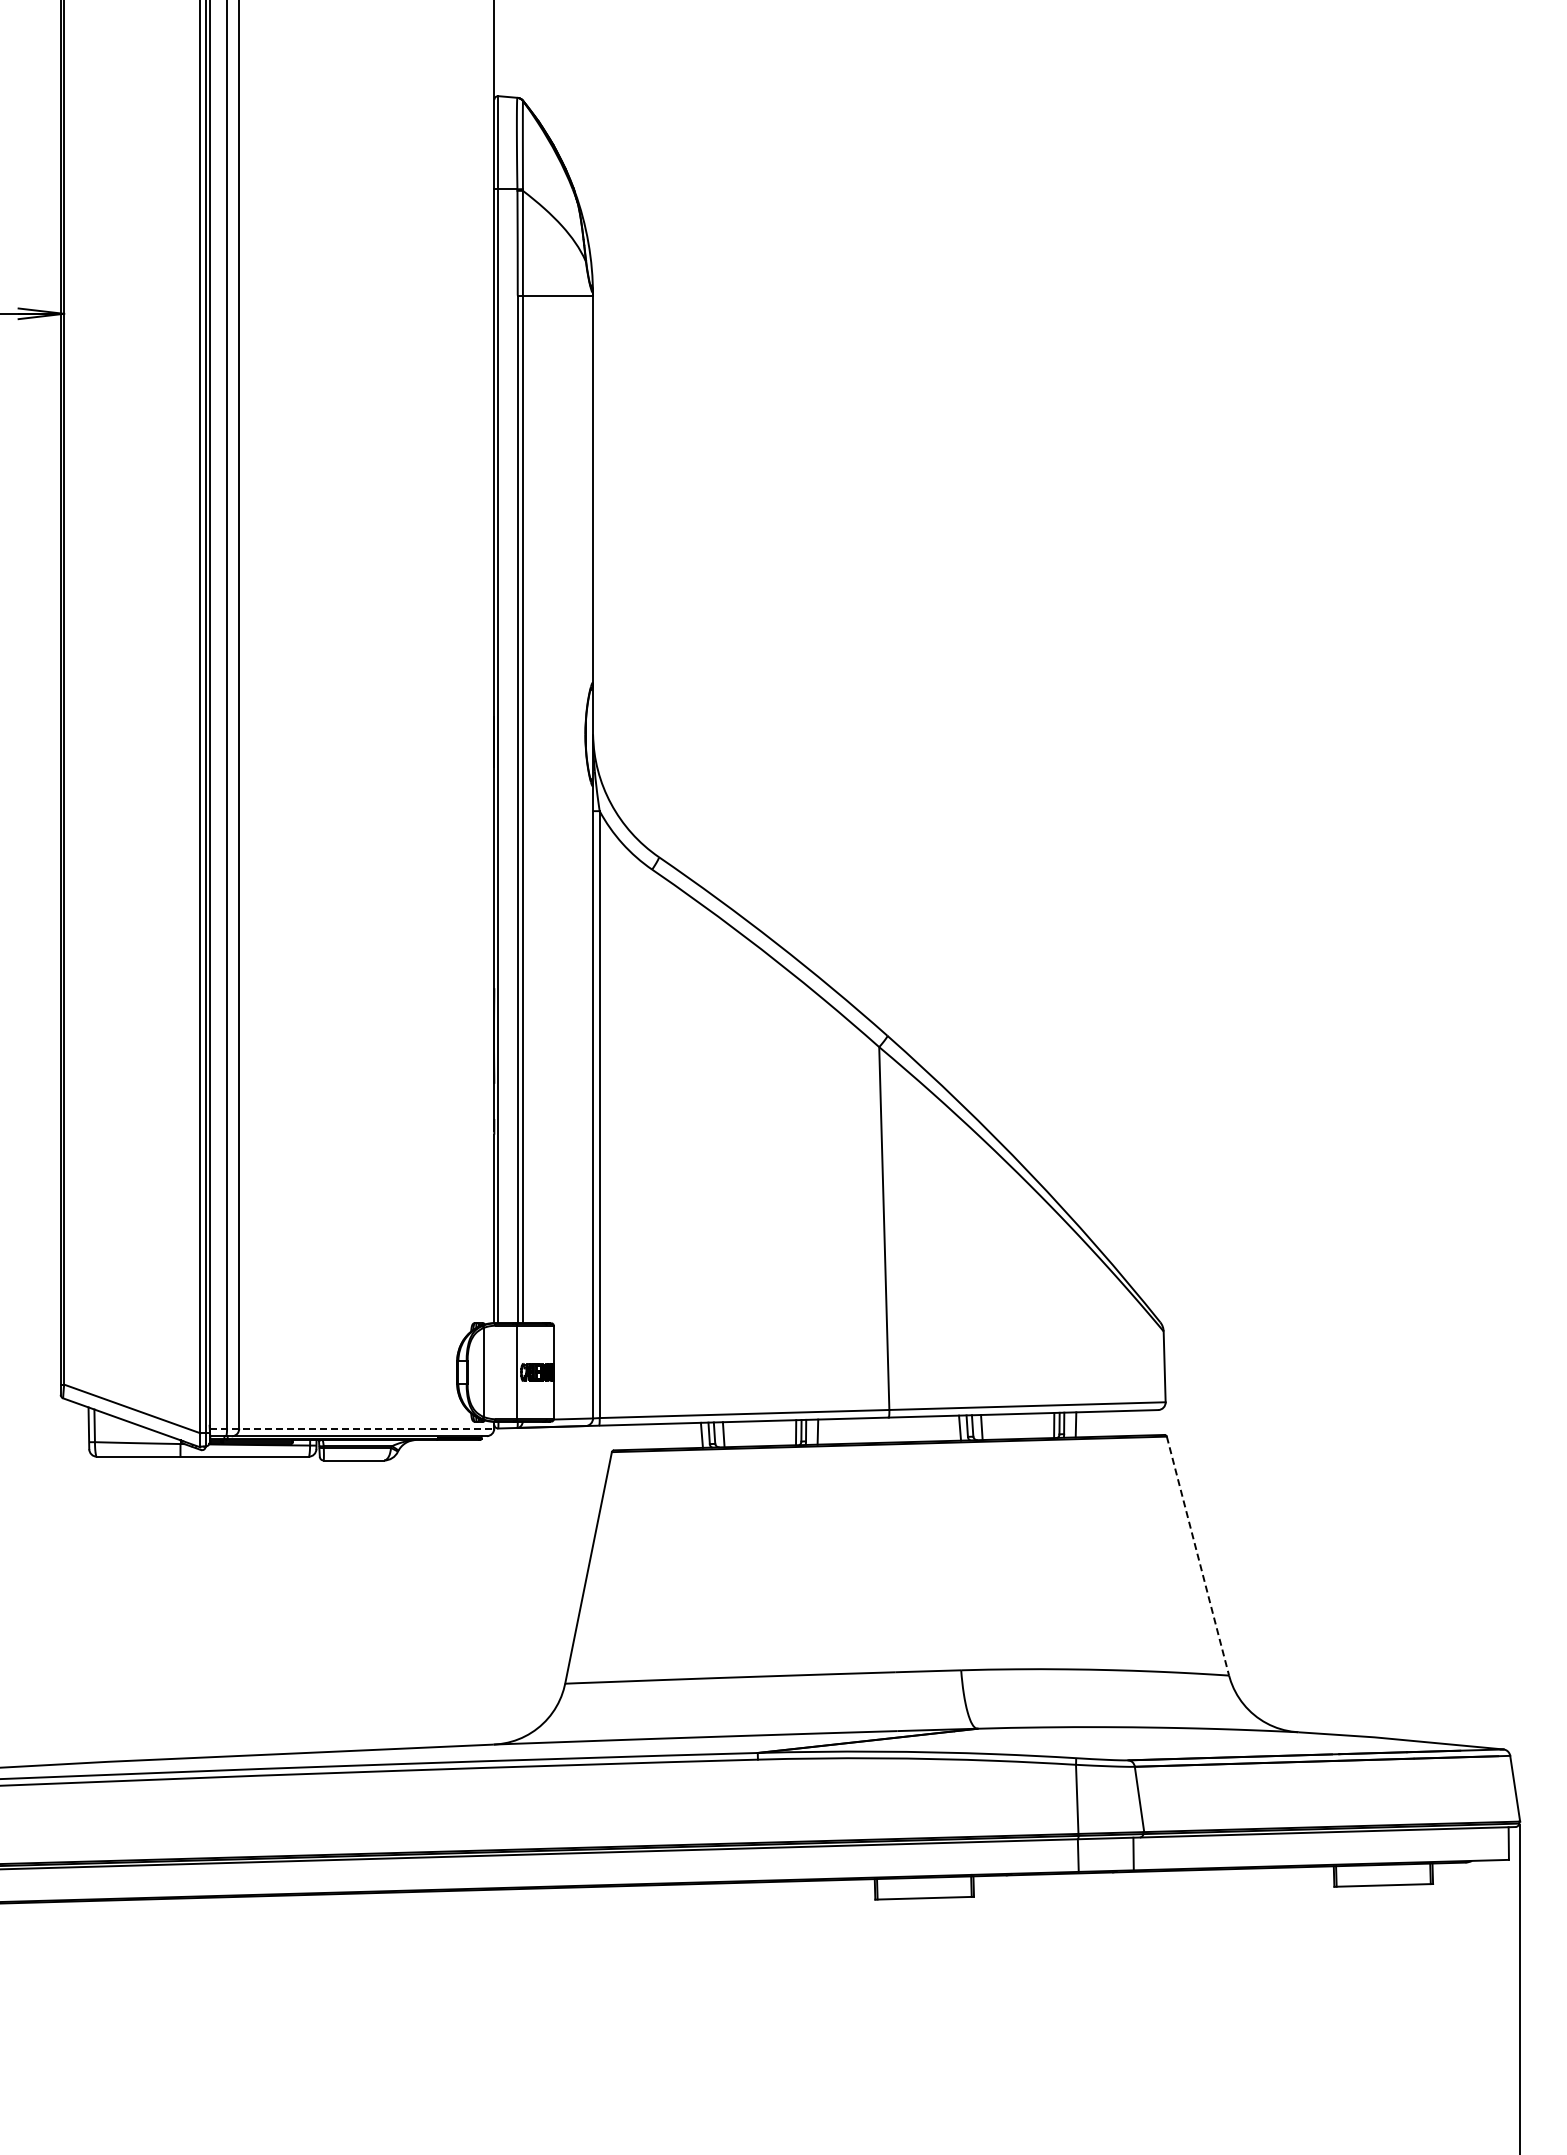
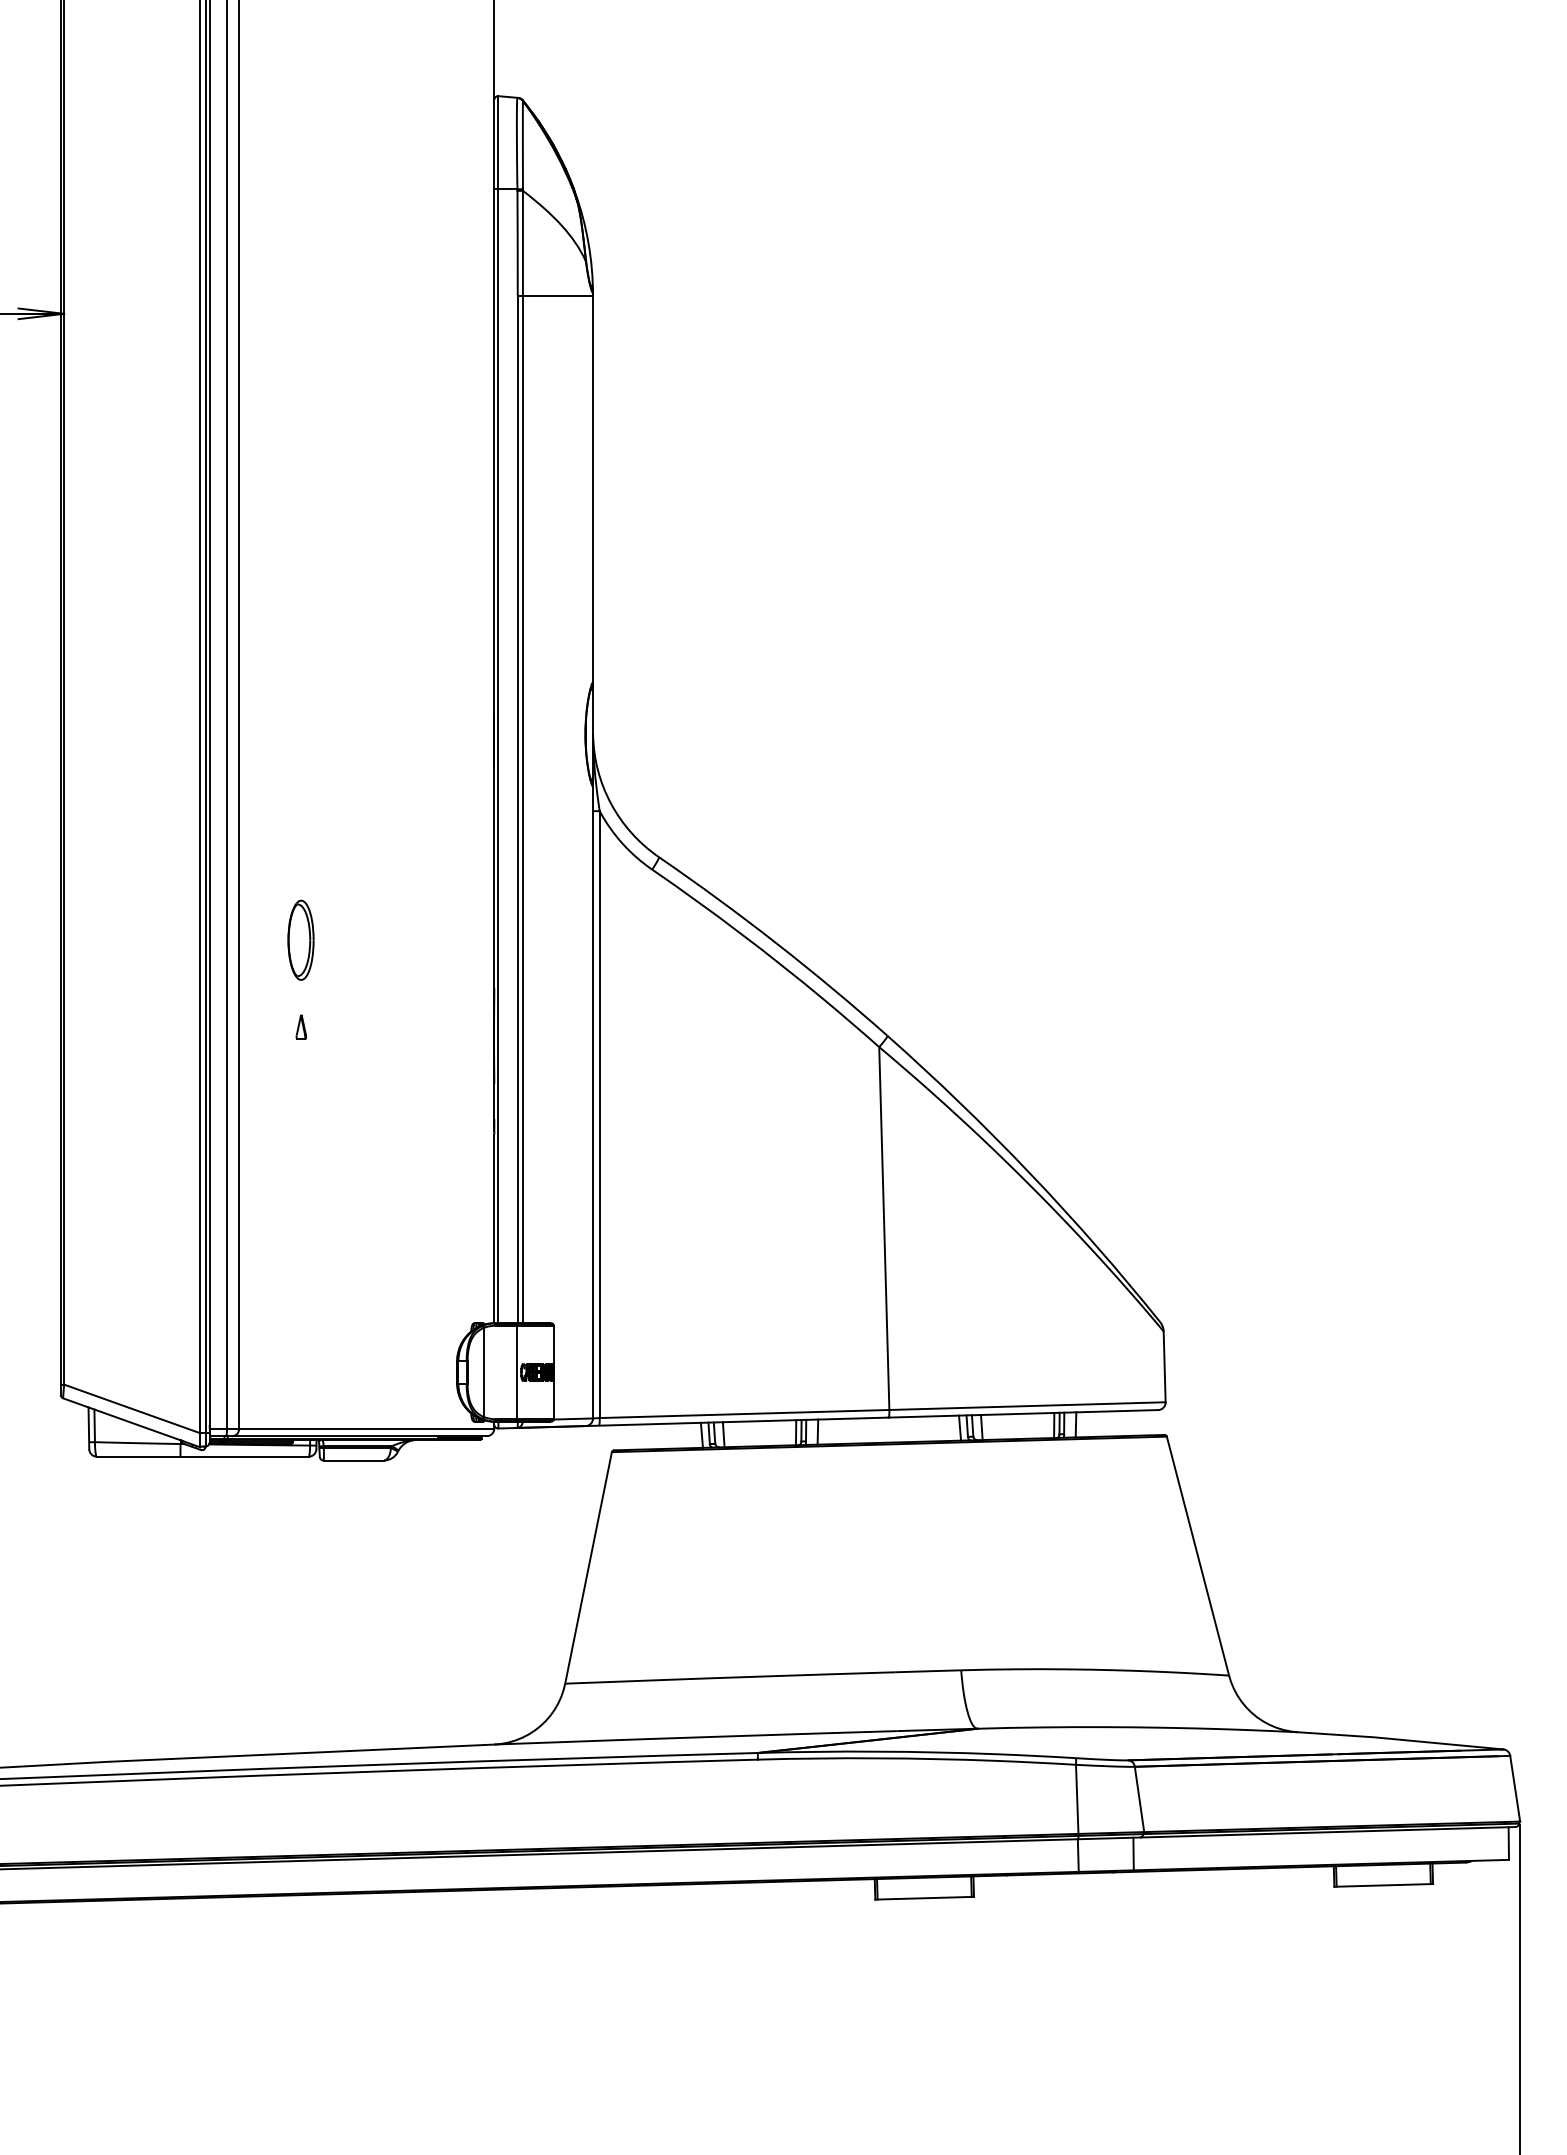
part at (300, 939): none -> present
part at (300, 1026): none -> present
line at (352, 1428): dashed -> solid
line at (1198, 1556): dashed -> solid
